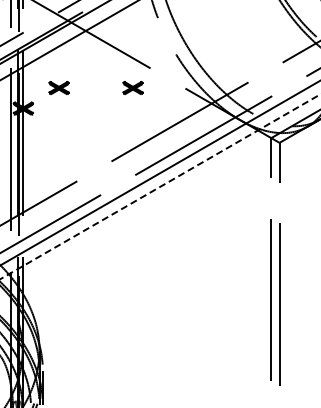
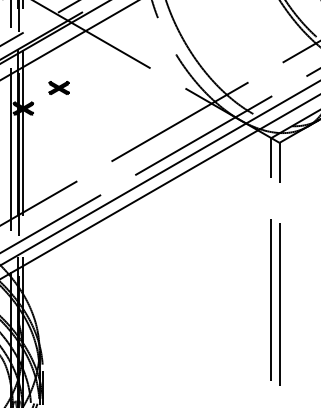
part at (132, 87): present -> none
line at (160, 186): dashed -> solid
